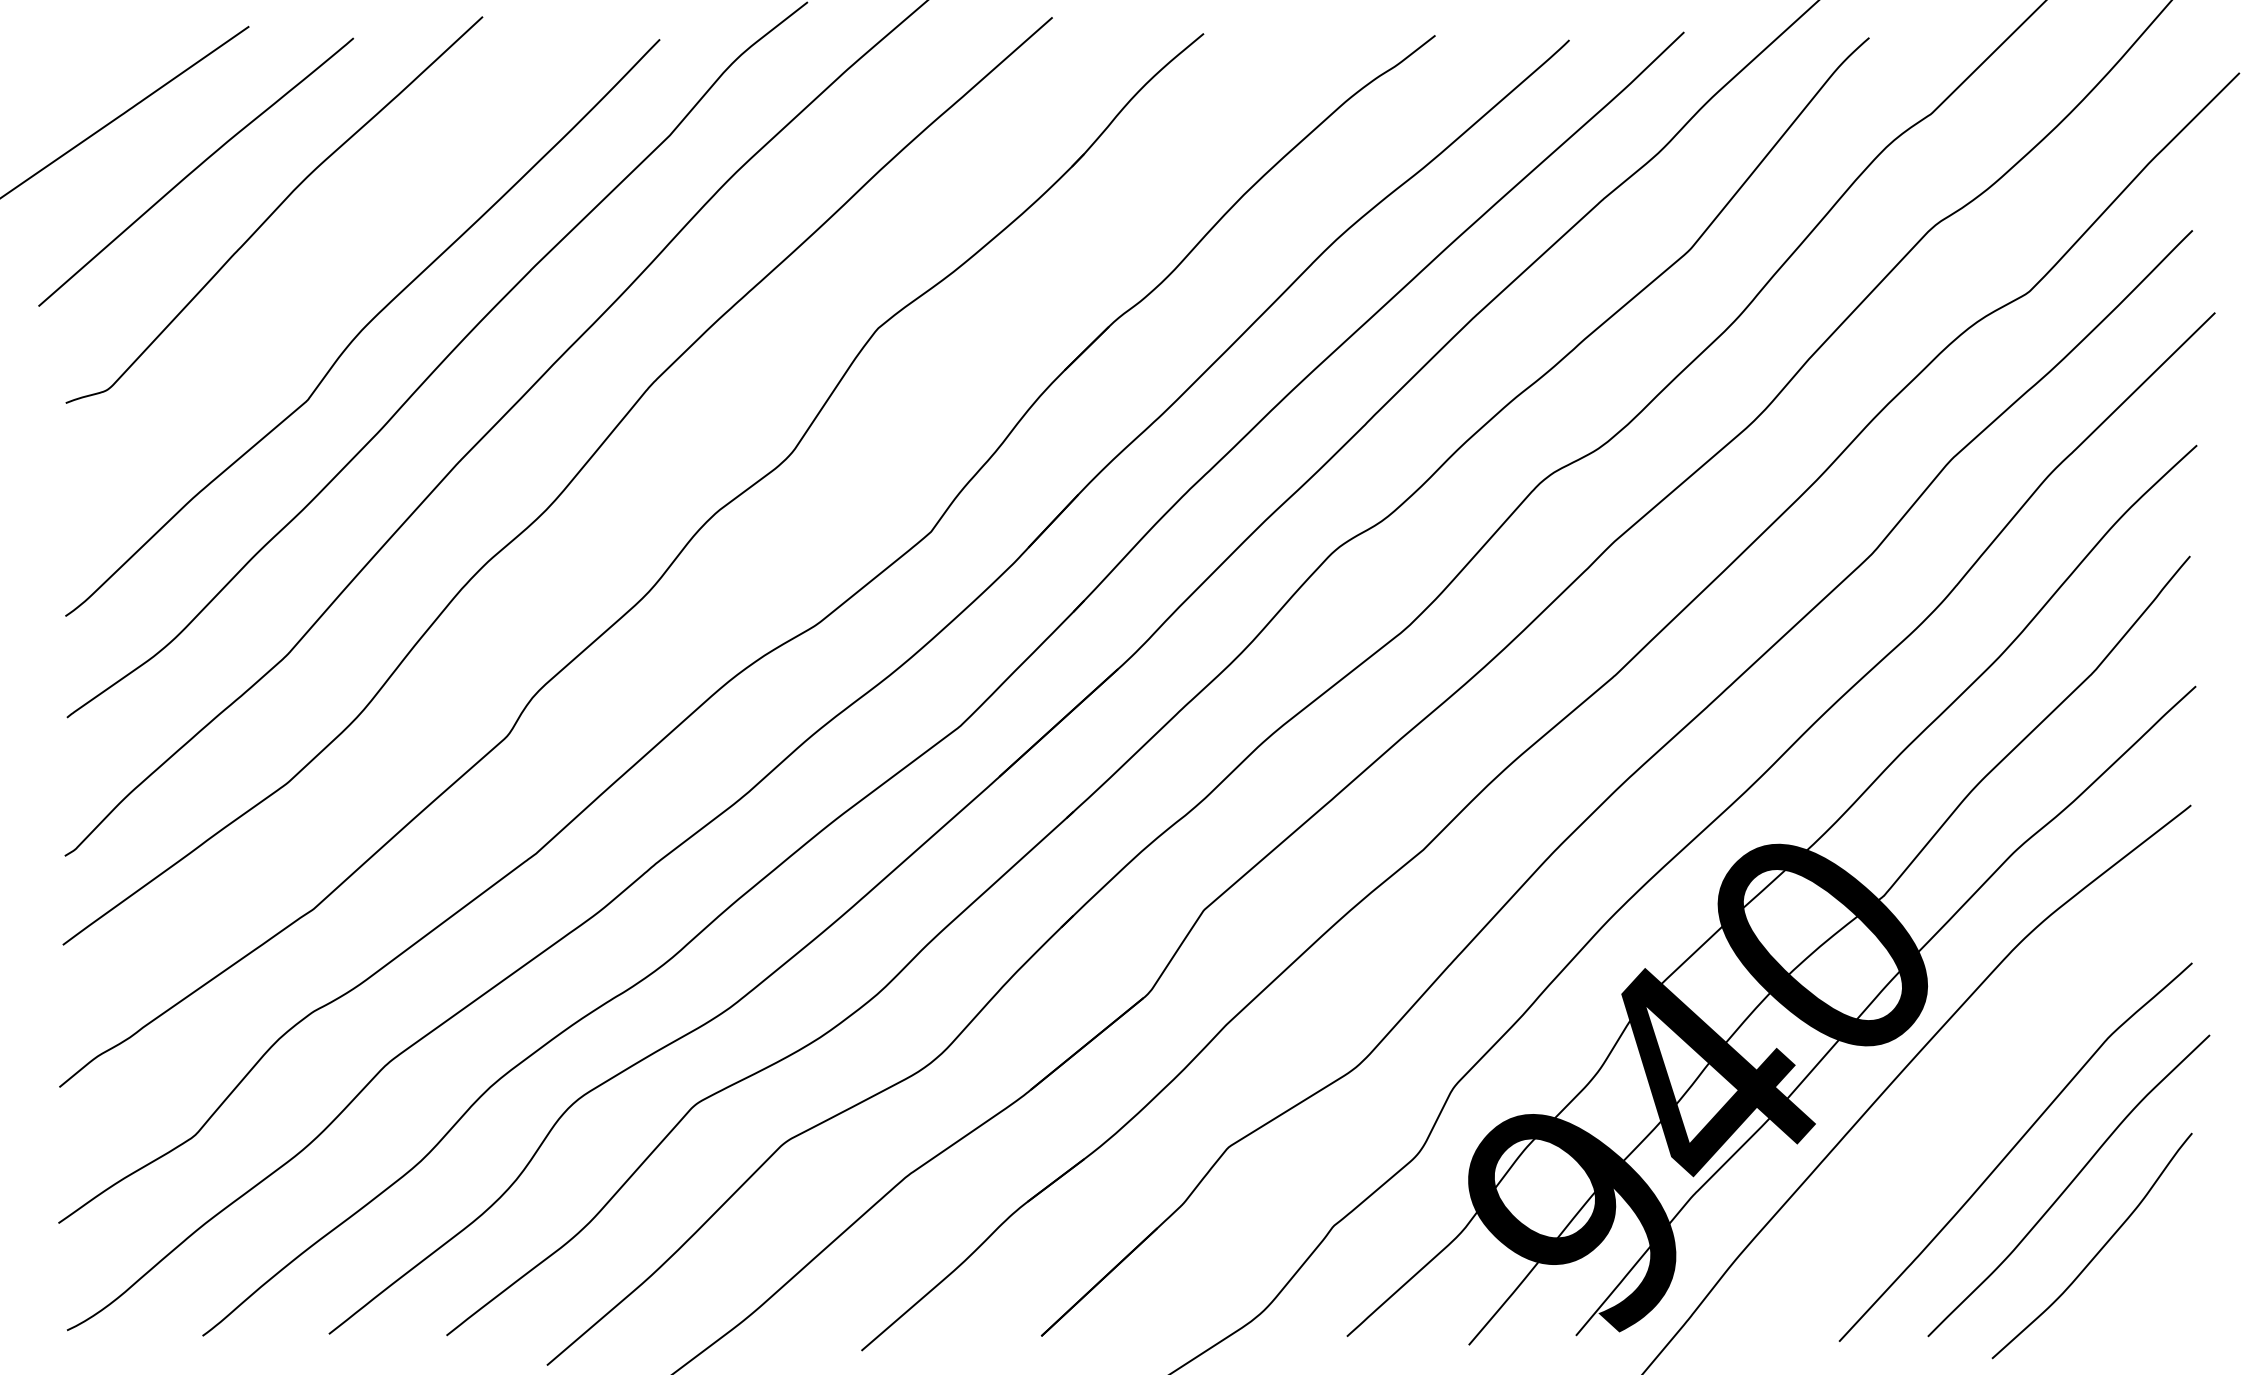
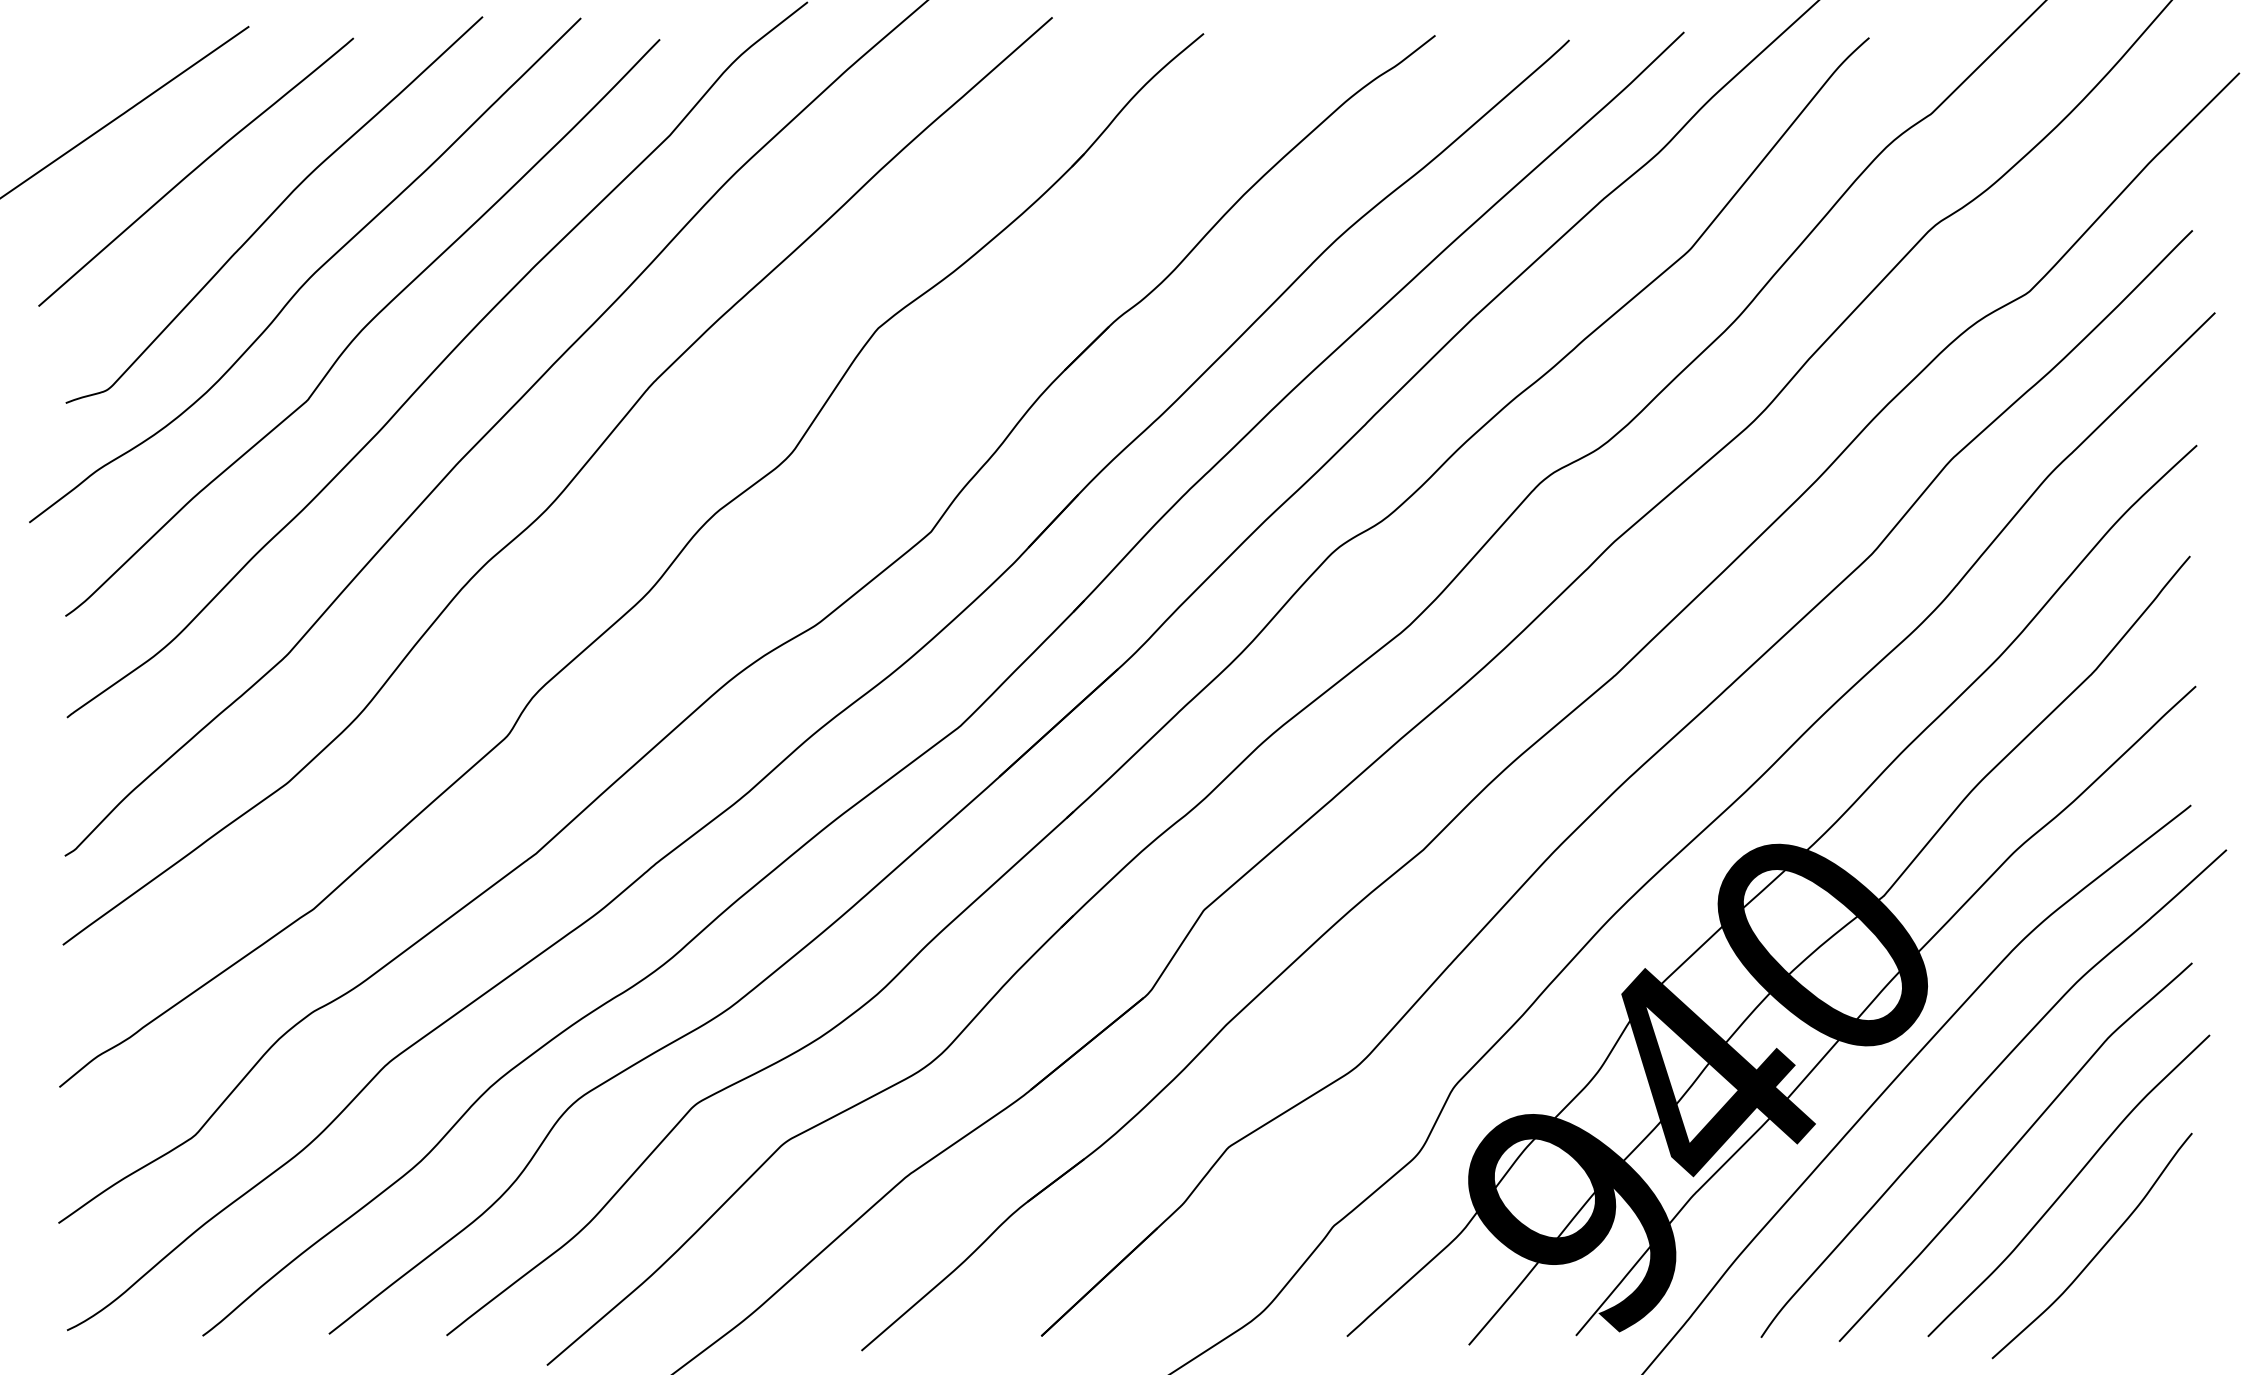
curve at (311, 275): none -> present
curve at (1984, 1083): none -> present
